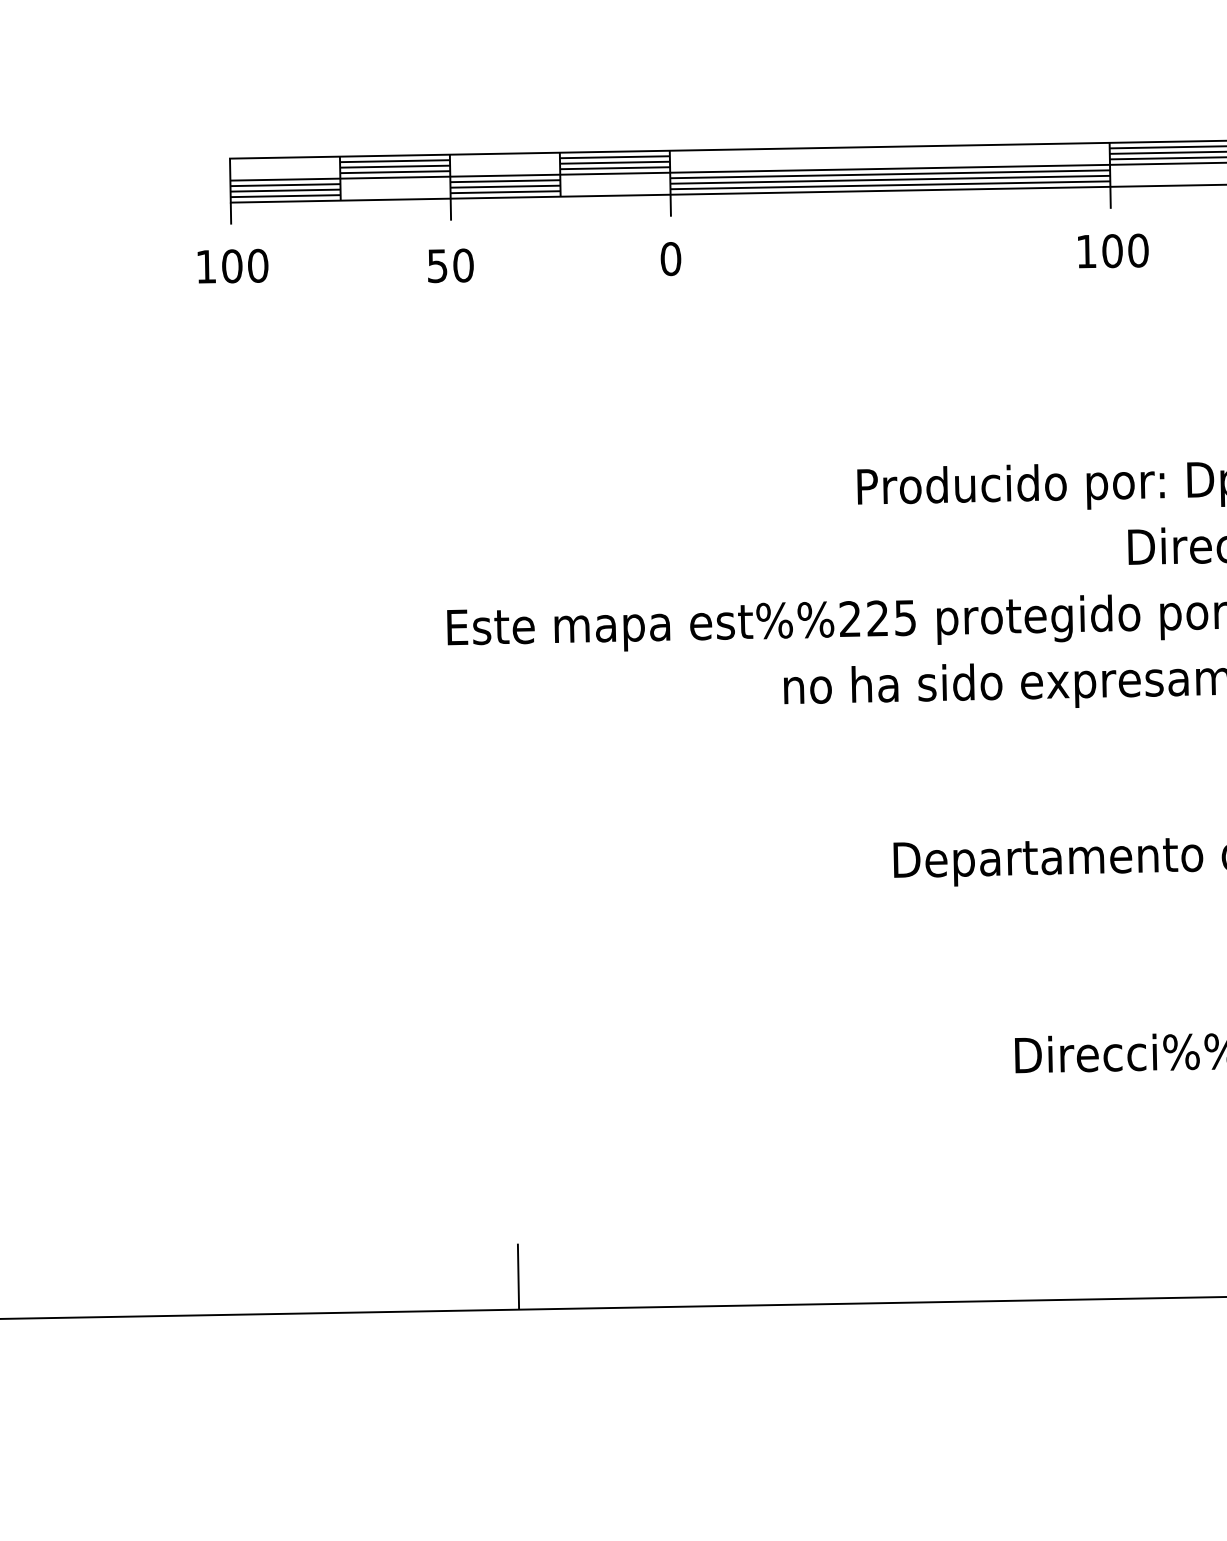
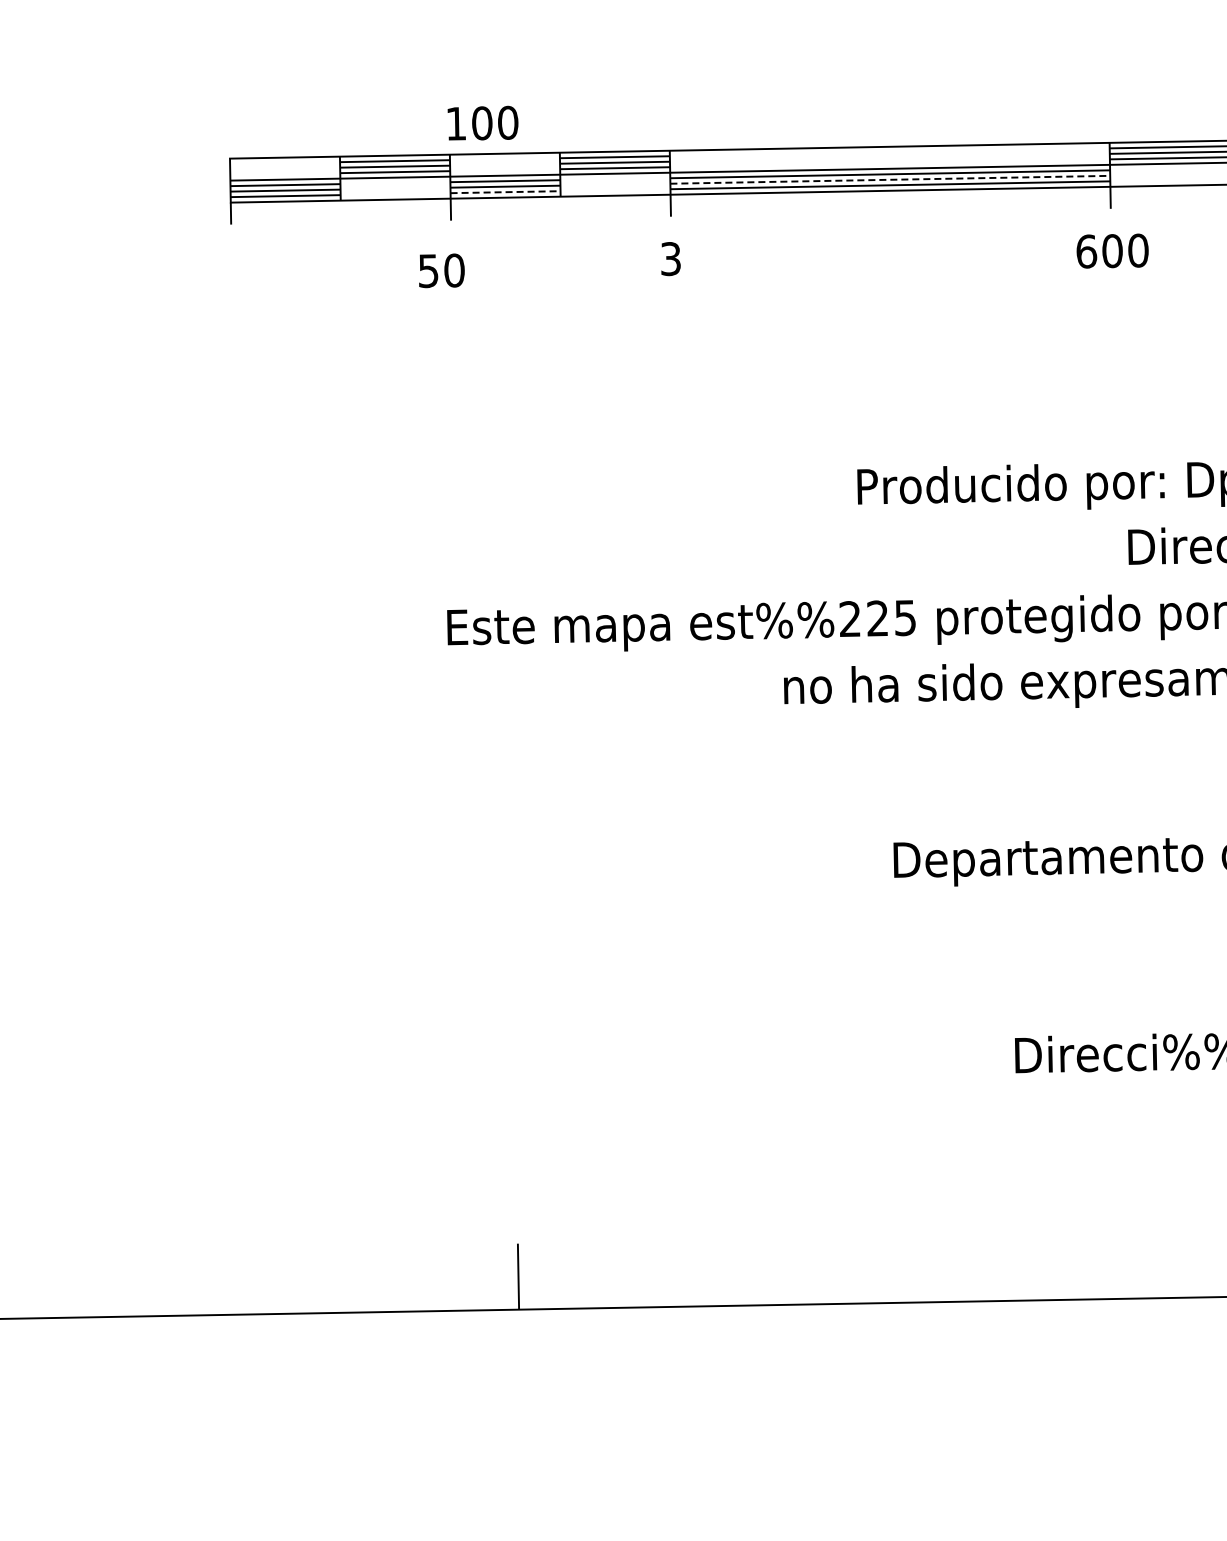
line at (890, 179): solid -> dashed
line at (505, 192): solid -> dashed
text at (1086, 251): 100 -> 600
text at (670, 259): 0 -> 3
text at (232, 265) position: (232, 265) -> (482, 122)
text at (450, 265) position: (450, 265) -> (441, 270)
